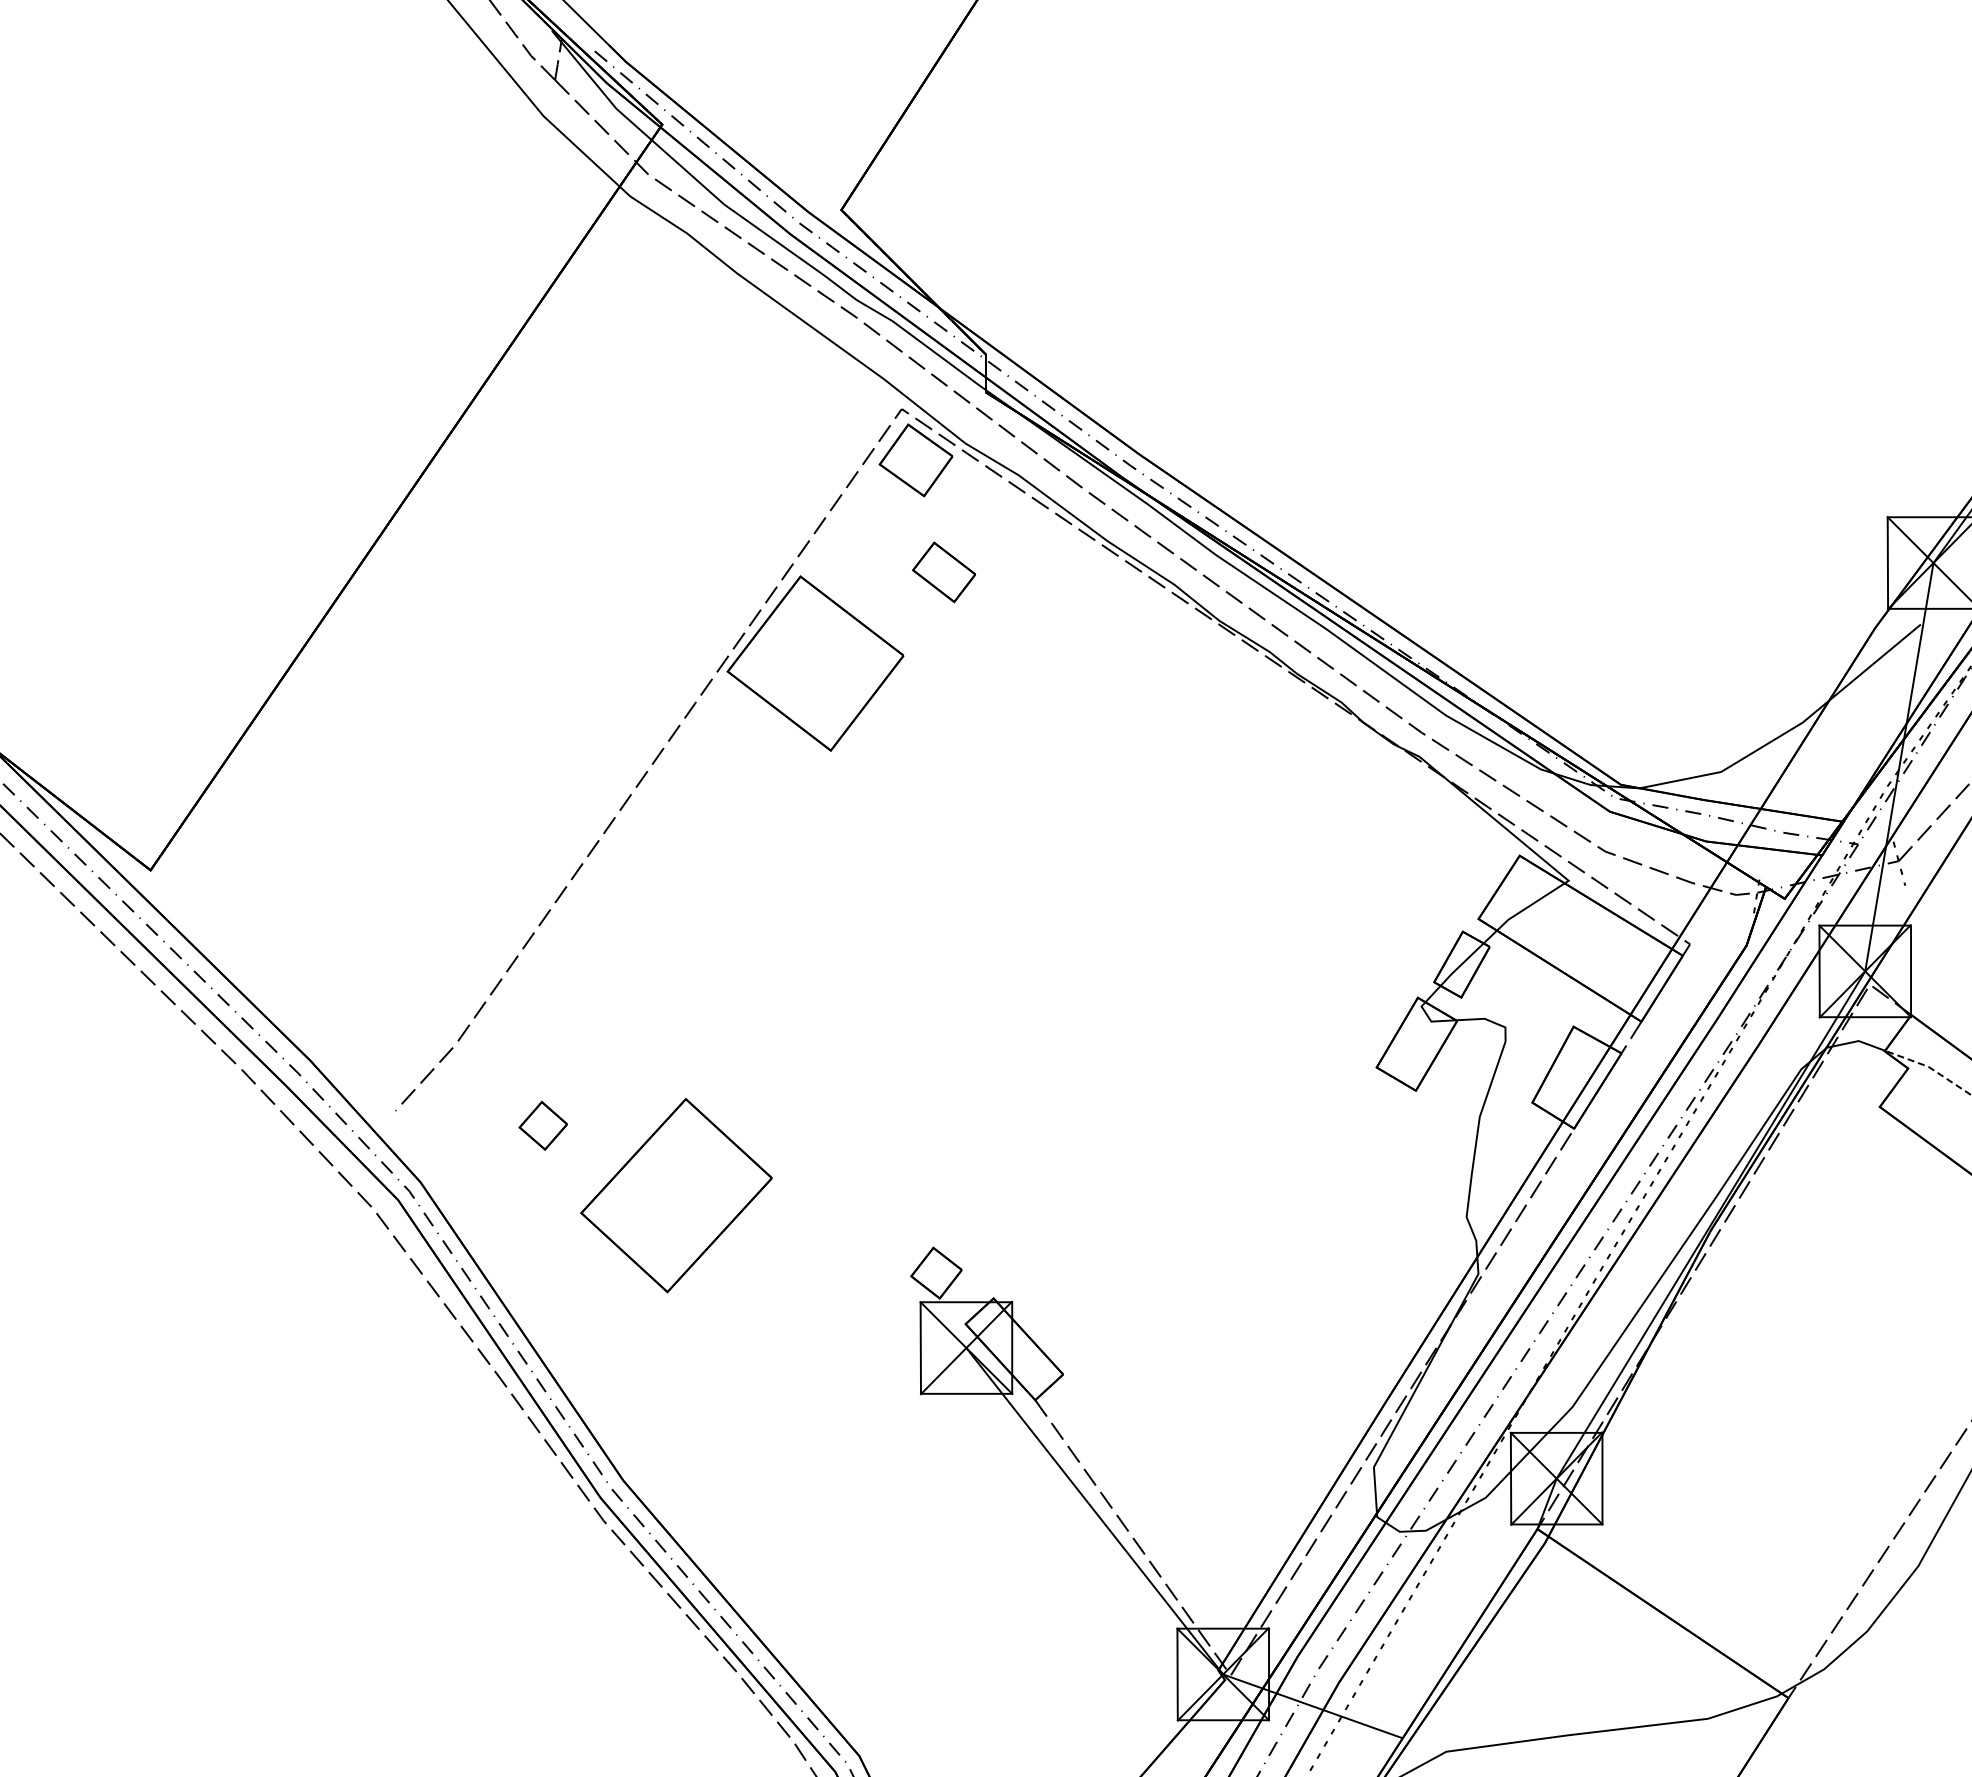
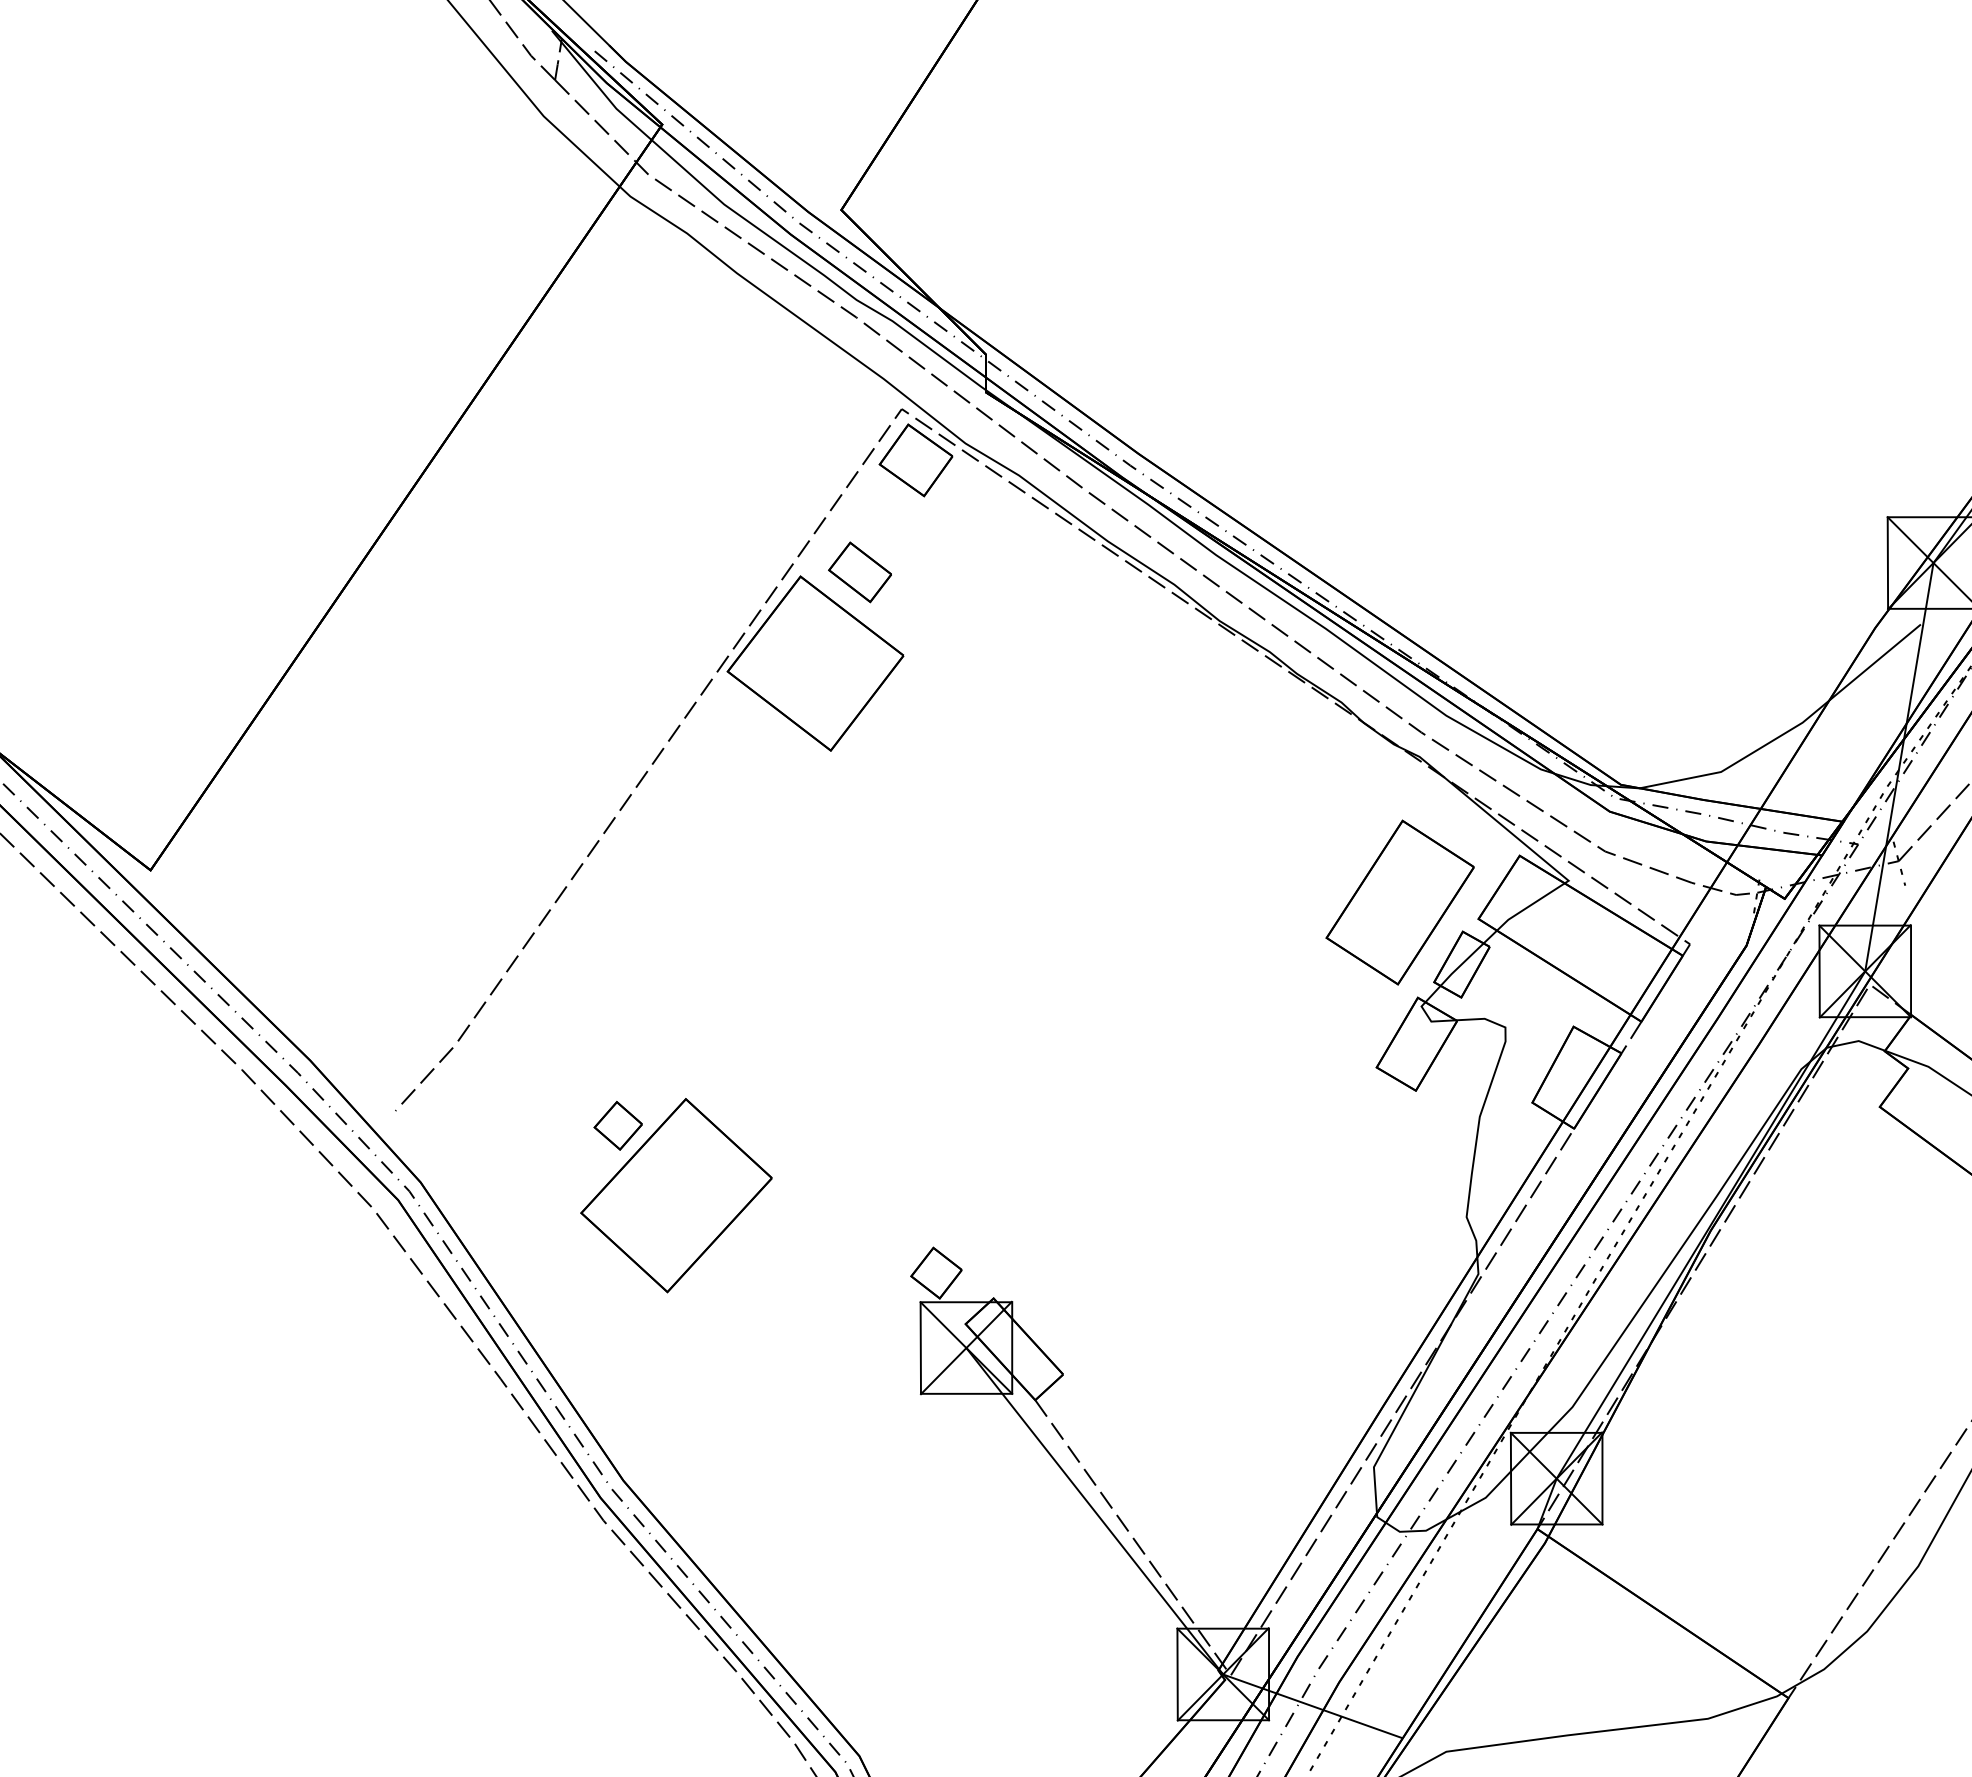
part at (943, 572) position: (943, 572) -> (859, 572)
part at (1399, 902): none -> present
line at (1930, 1067): dashed -> solid
part at (542, 1125) position: (542, 1125) -> (617, 1125)
